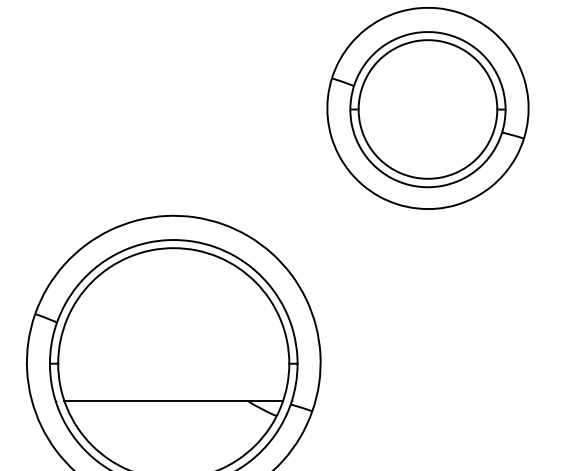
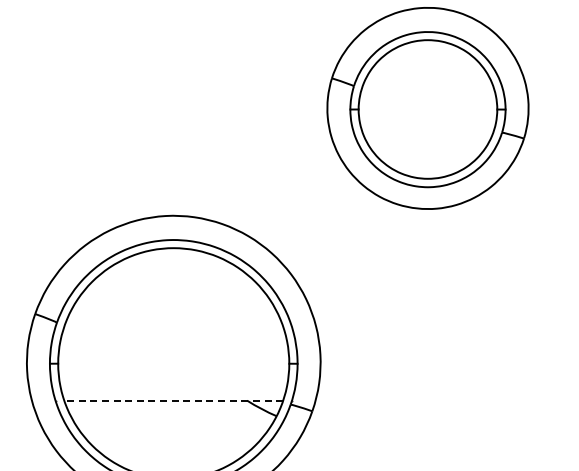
line at (173, 400): solid -> dashed
